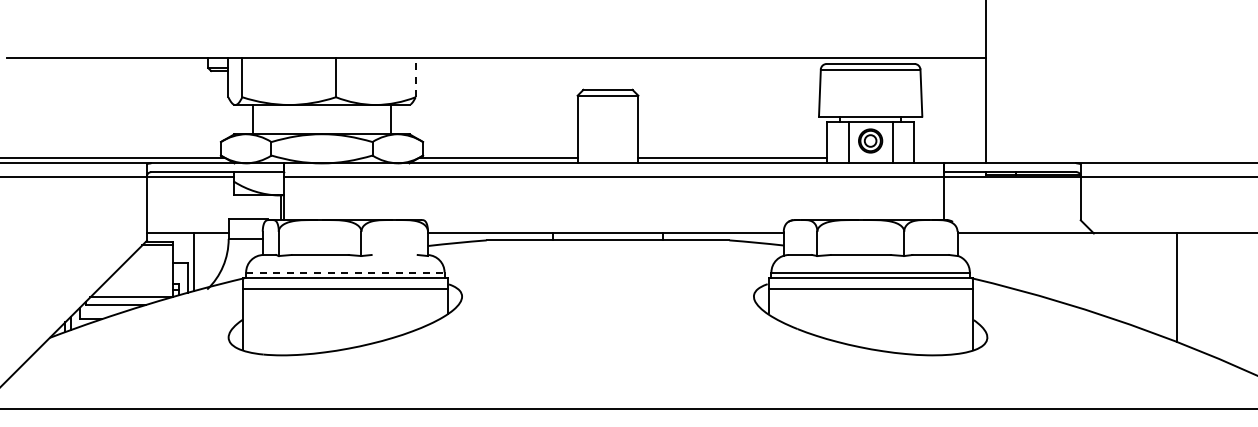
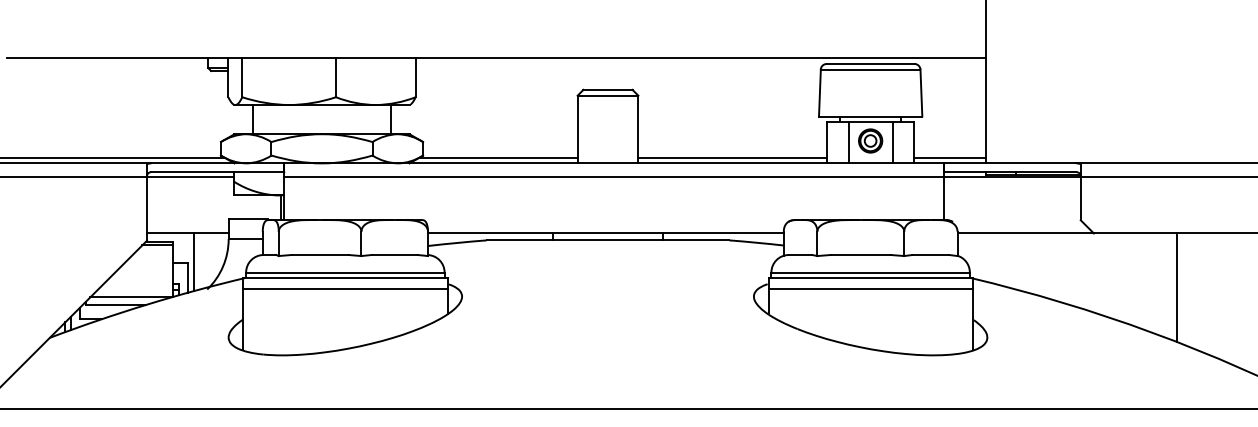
line at (415, 77): dashed -> solid
line at (950, 157): none -> present
line at (394, 255): none -> present
line at (345, 272): dashed -> solid
